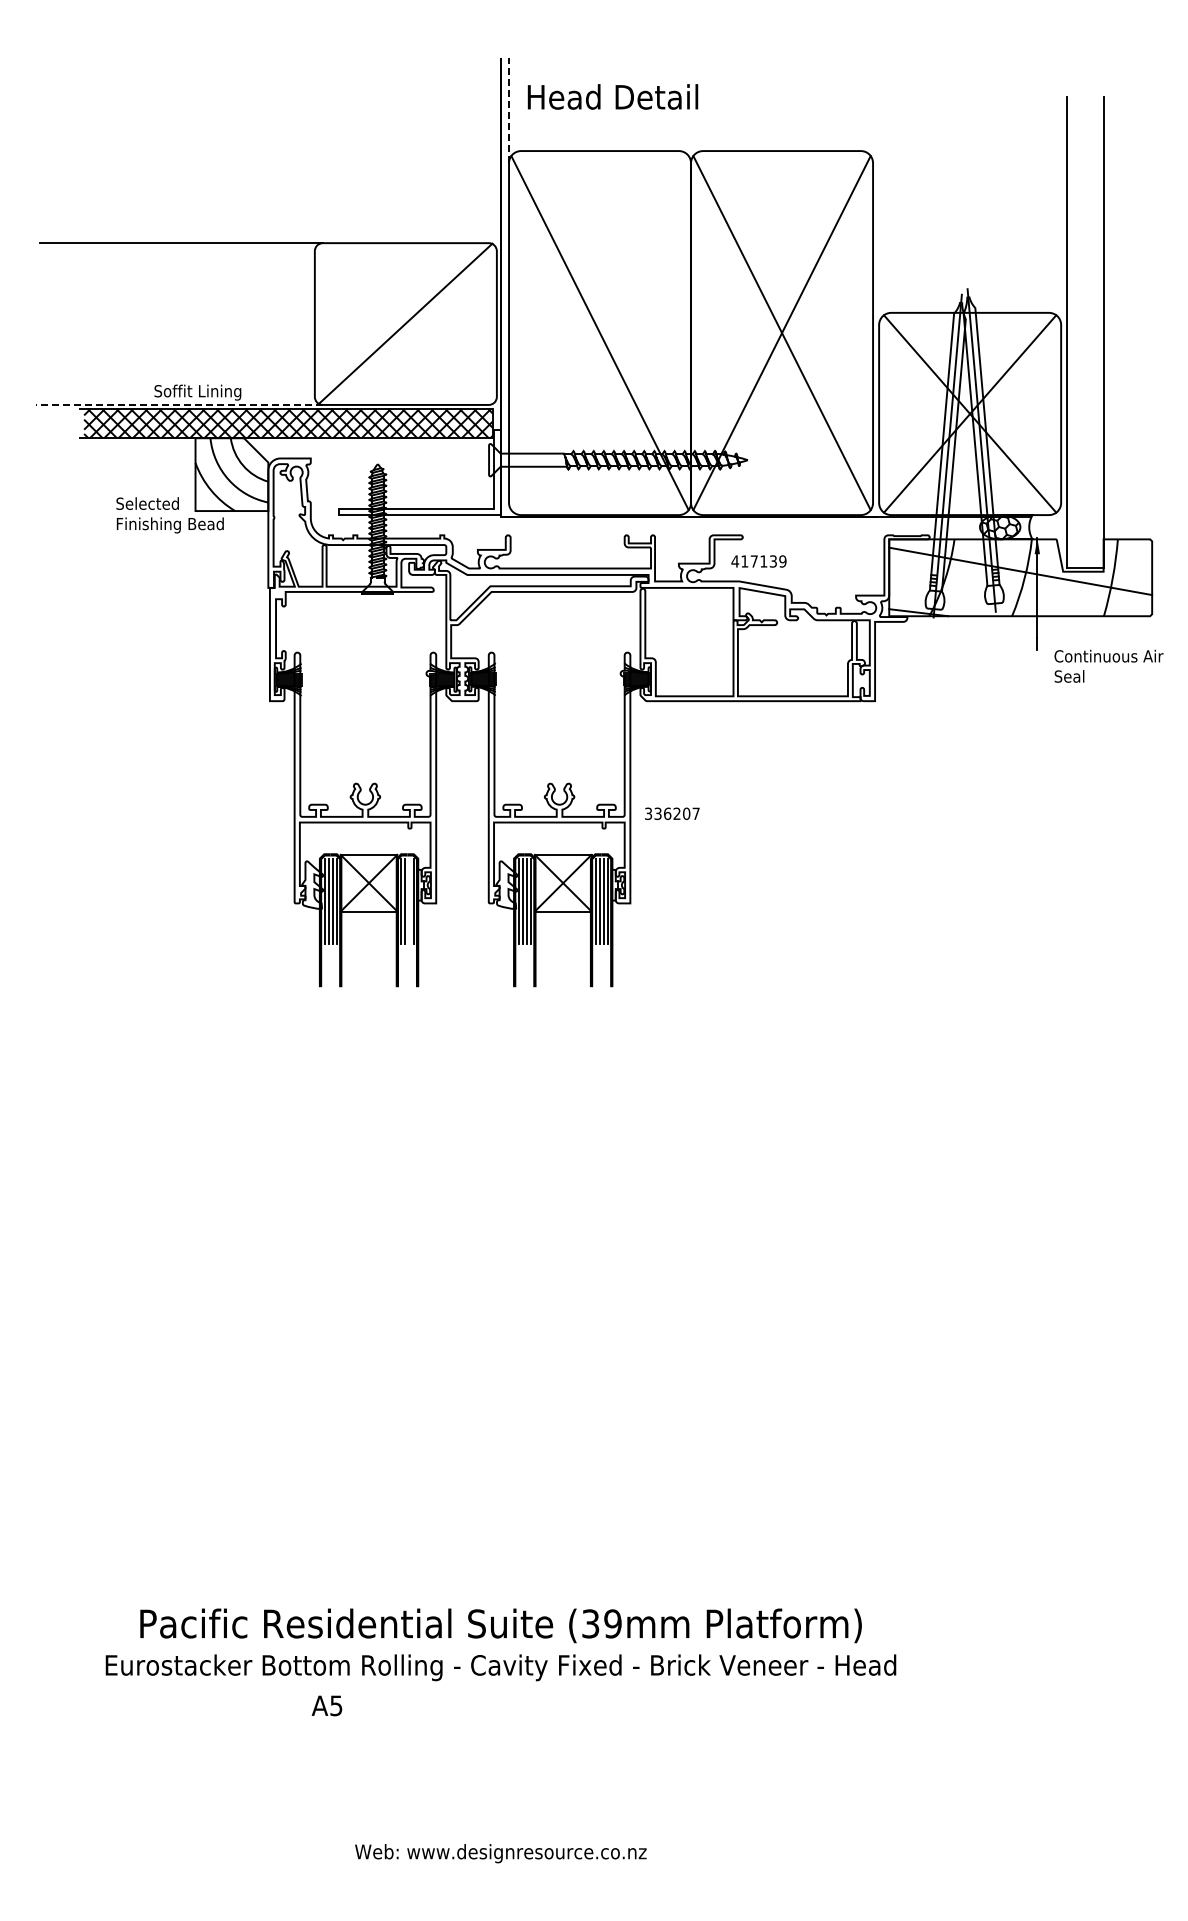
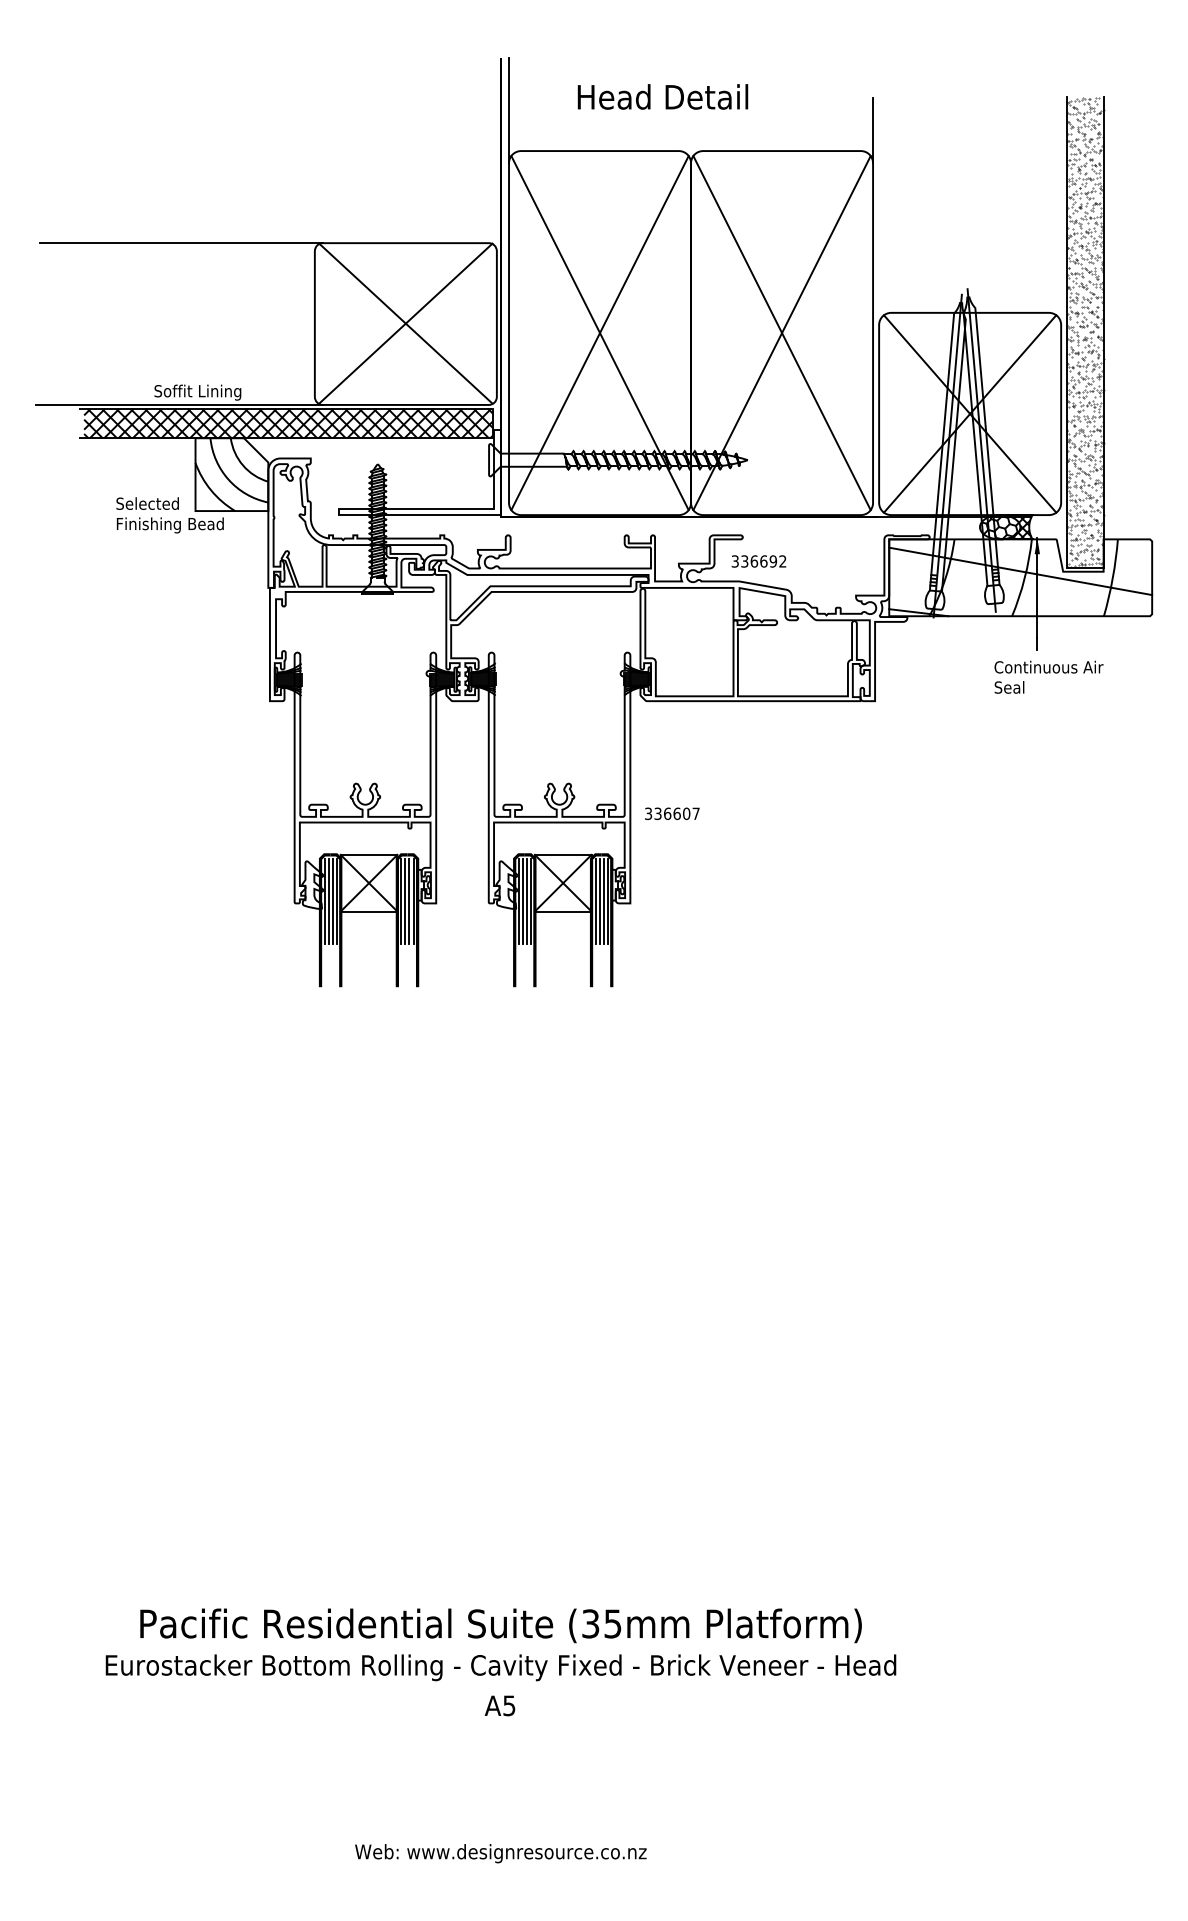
text at (612, 96) position: (612, 96) -> (662, 96)
line at (509, 110): dashed -> solid
line at (873, 130): none -> present
line at (405, 323): none -> present
hatch at (1085, 332): none -> present
line at (599, 333): none -> present
line at (179, 404): dashed -> solid
hatch at (1016, 527): none -> present
text at (758, 561): 417139 -> 336692
text at (1108, 665) position: (1108, 665) -> (1048, 676)
text at (676, 813): 336207 -> 336607
line at (409, 901): none -> present
text at (612, 1623): (39mm -> (35mm
text at (326, 1705) position: (326, 1705) -> (499, 1705)
